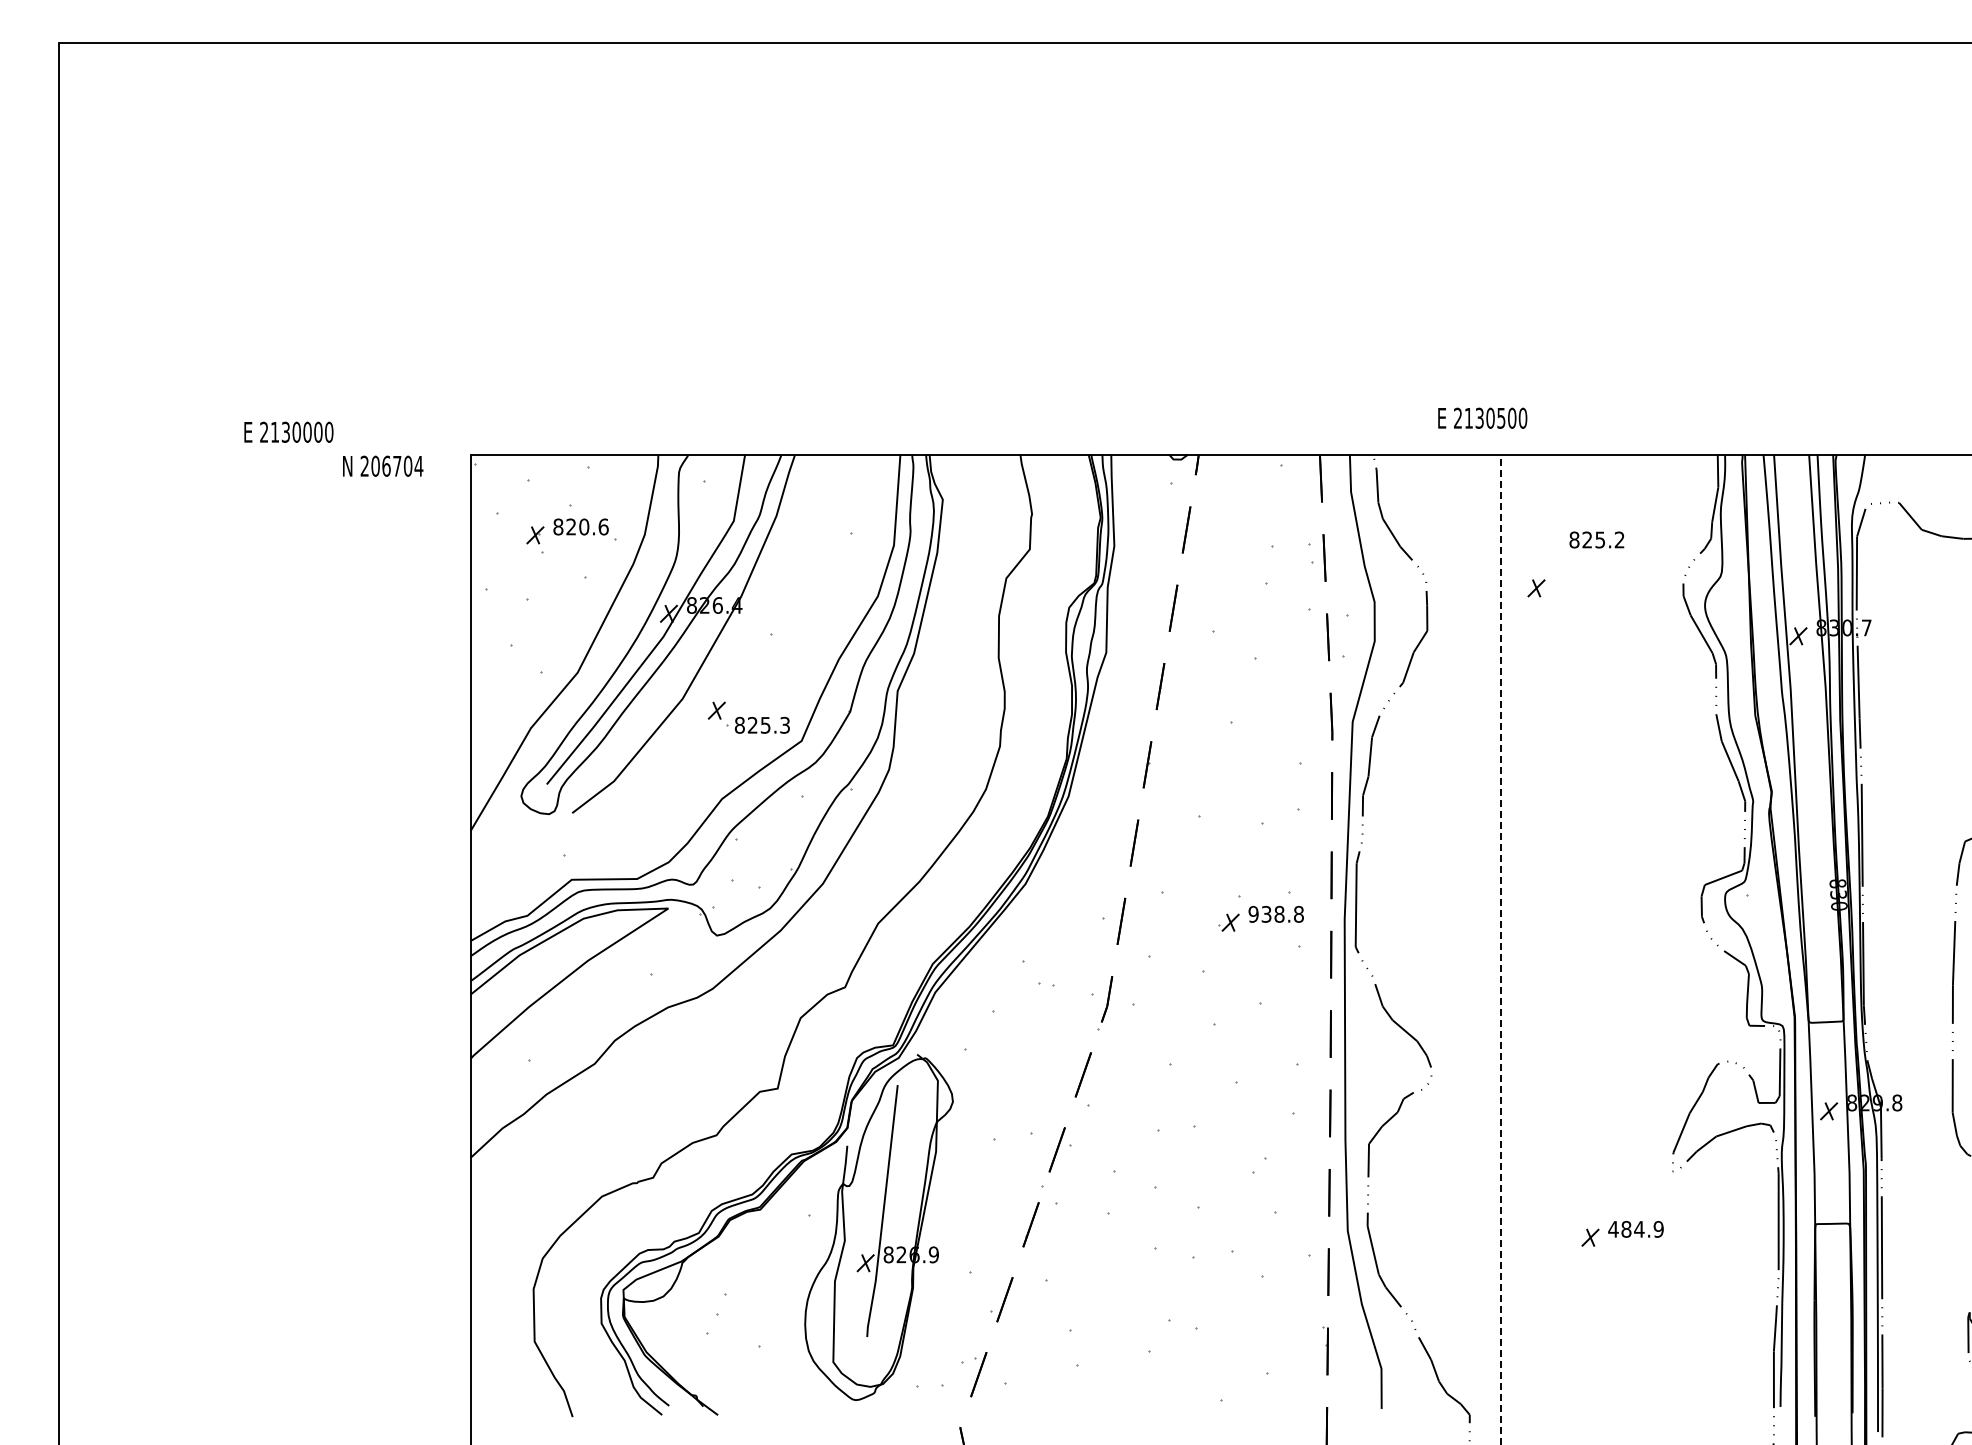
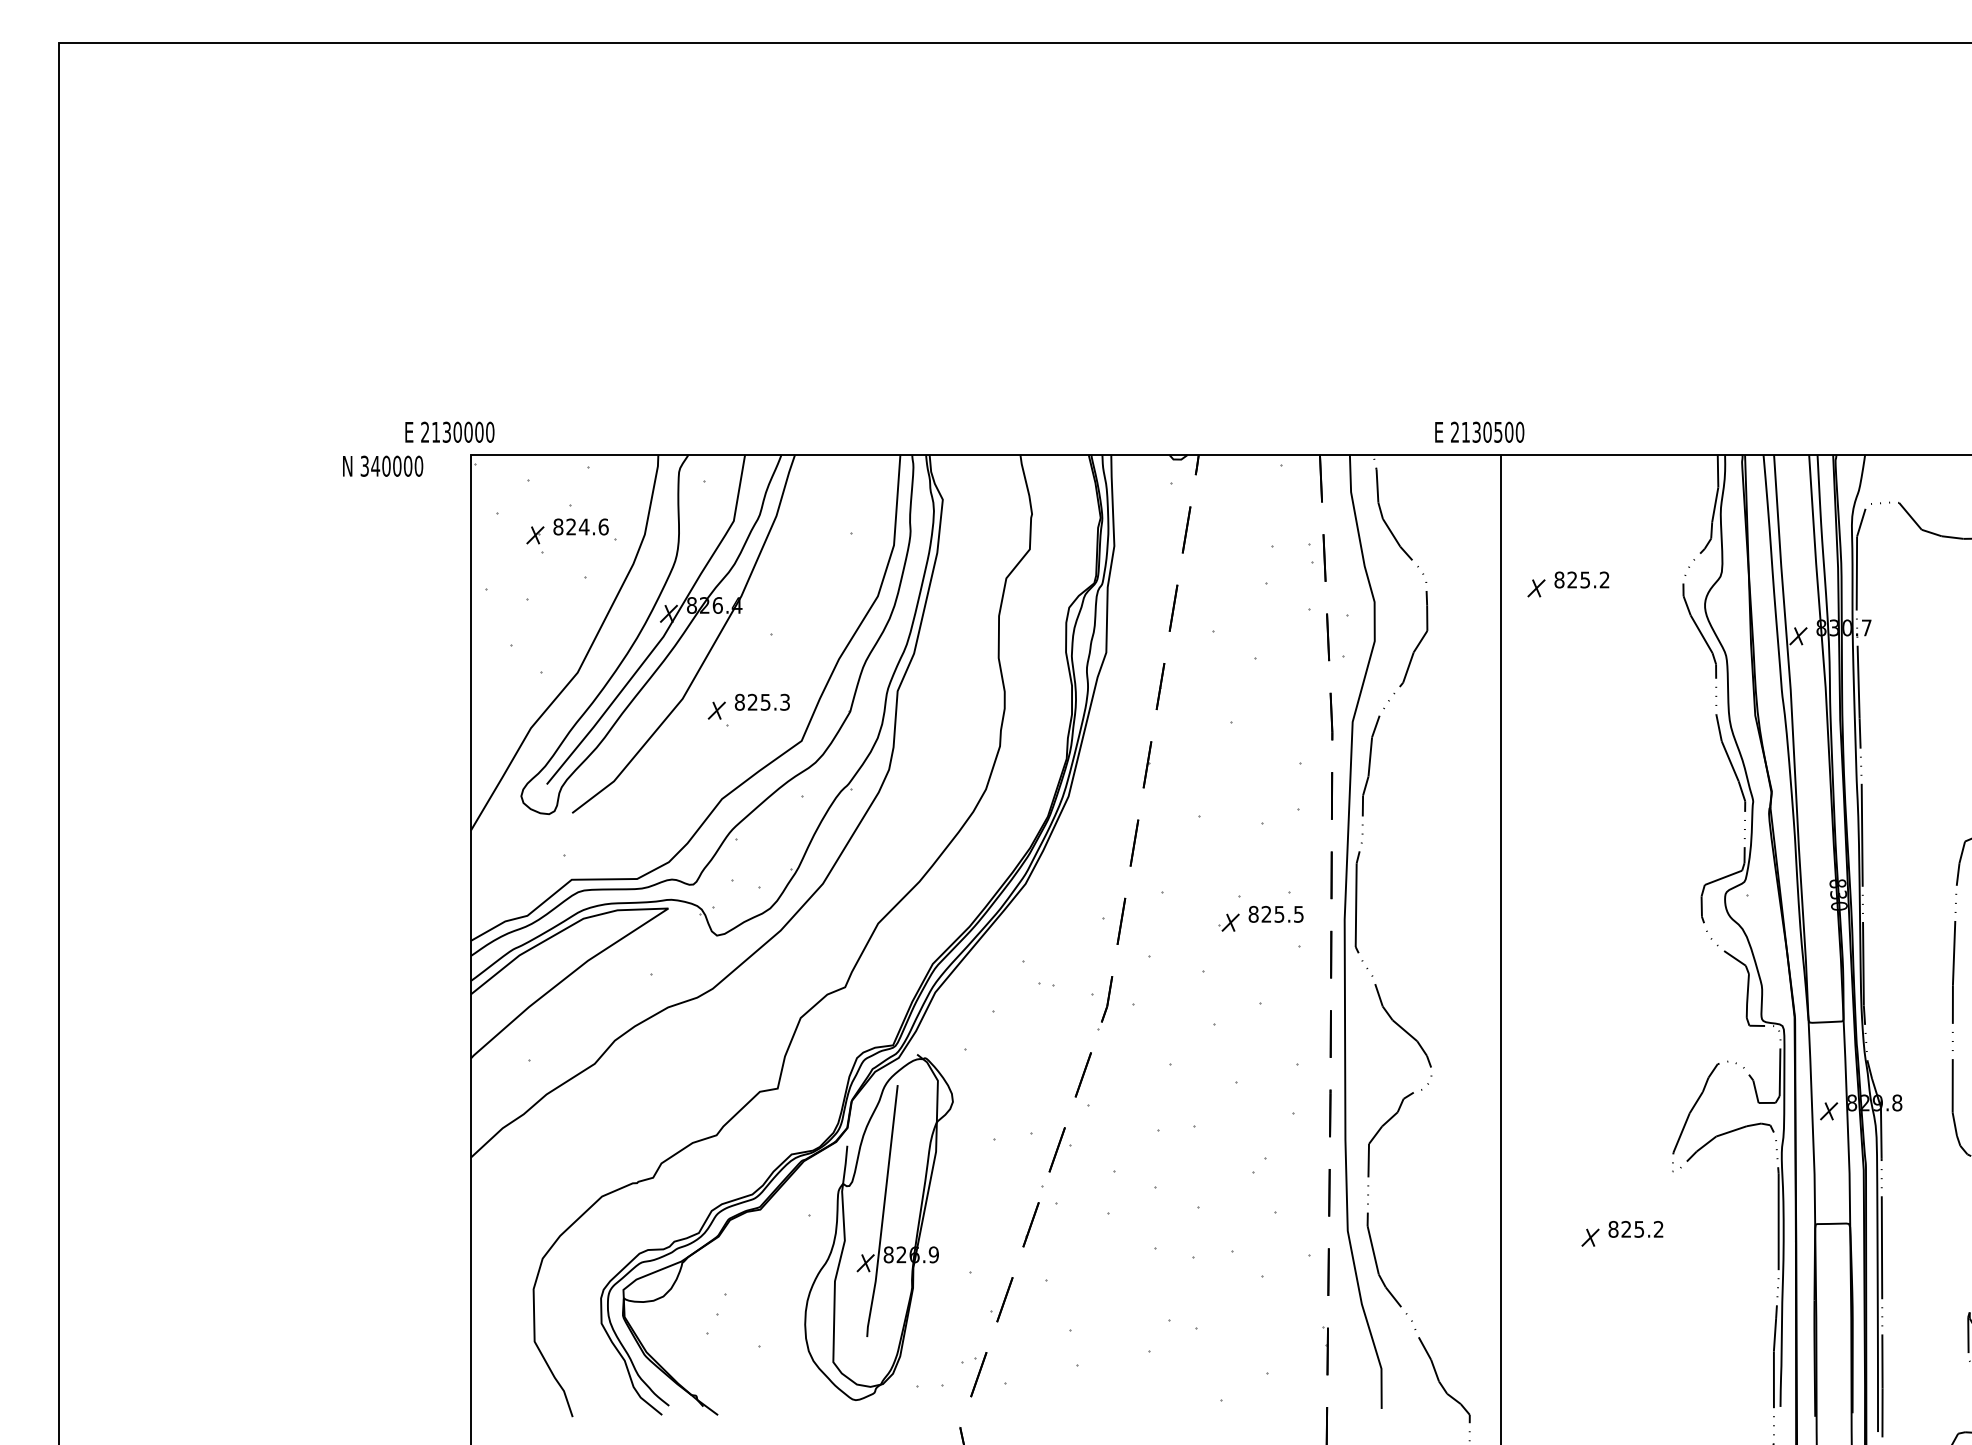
text at (1482, 417) position: (1482, 417) -> (1479, 431)
text at (288, 431) position: (288, 431) -> (449, 431)
text at (391, 465): 206704 -> 340000
text at (583, 526): 820.6 -> 824.6
text at (1596, 539) position: (1596, 539) -> (1581, 579)
text at (761, 724) position: (761, 724) -> (761, 701)
text at (1275, 913): 938.8 -> 825.5
line at (1500, 949): dashed -> solid
text at (1635, 1228): 484.9 -> 825.2
